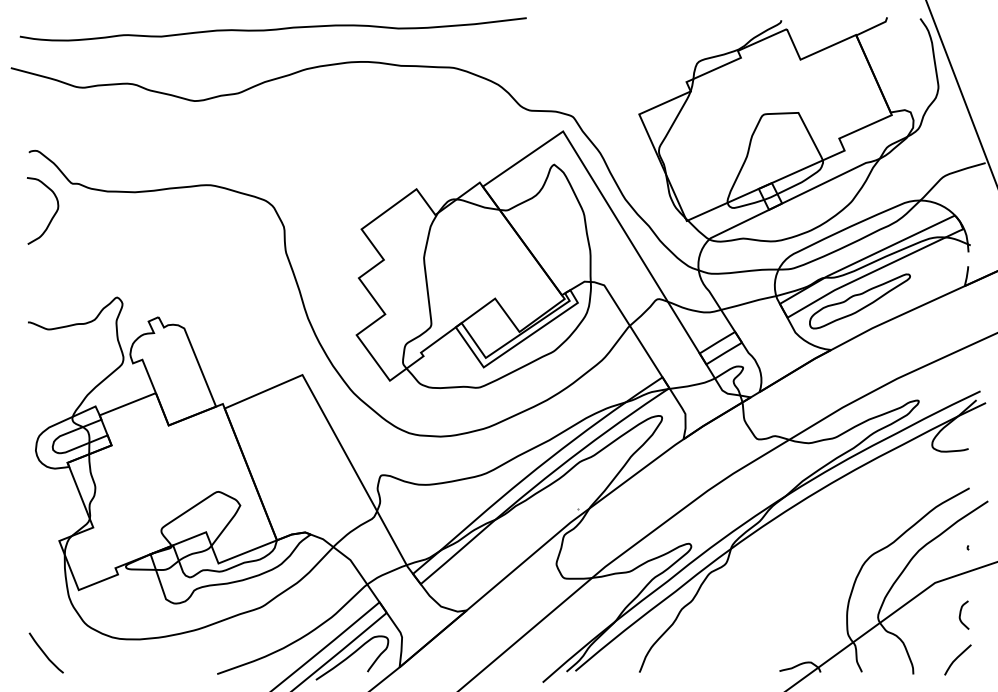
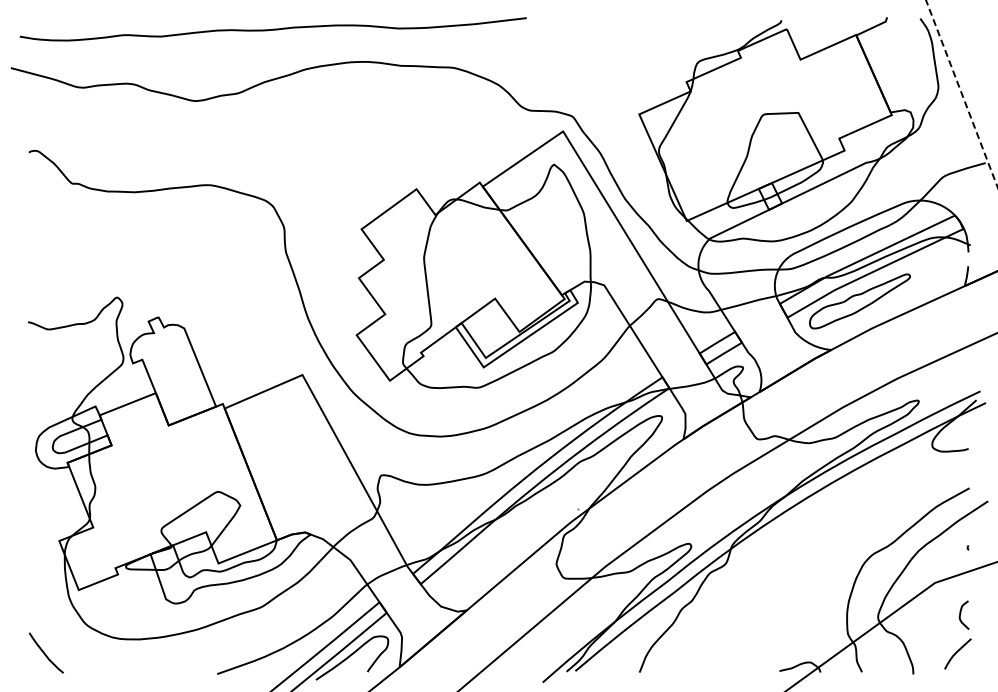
line at (961, 94): solid -> dashed
curve at (53, 214): present -> none
curve at (957, 658) position: (957, 658) -> (957, 652)
